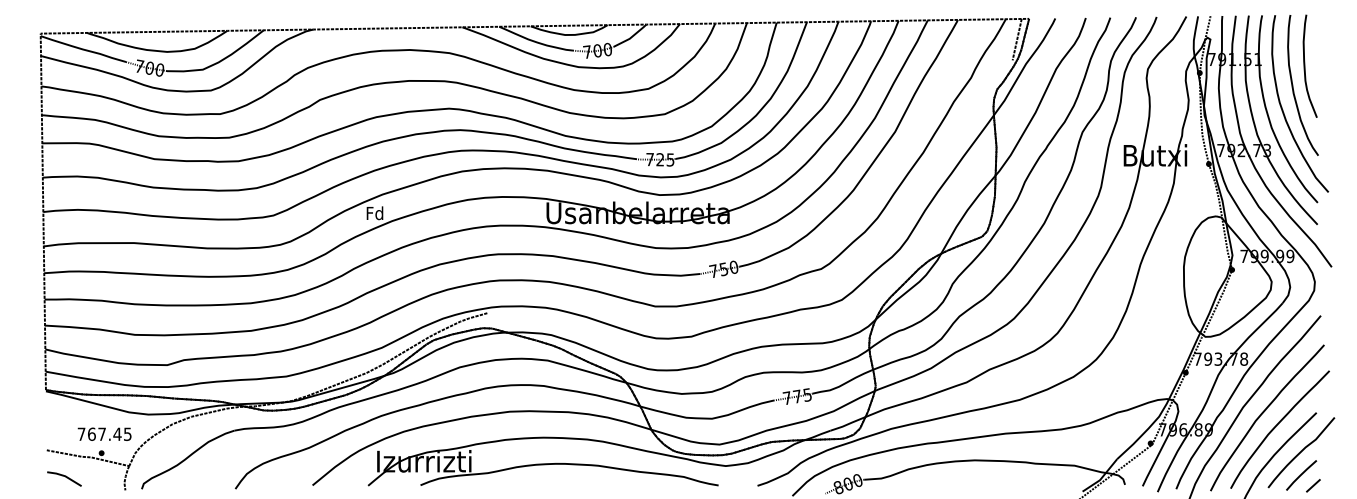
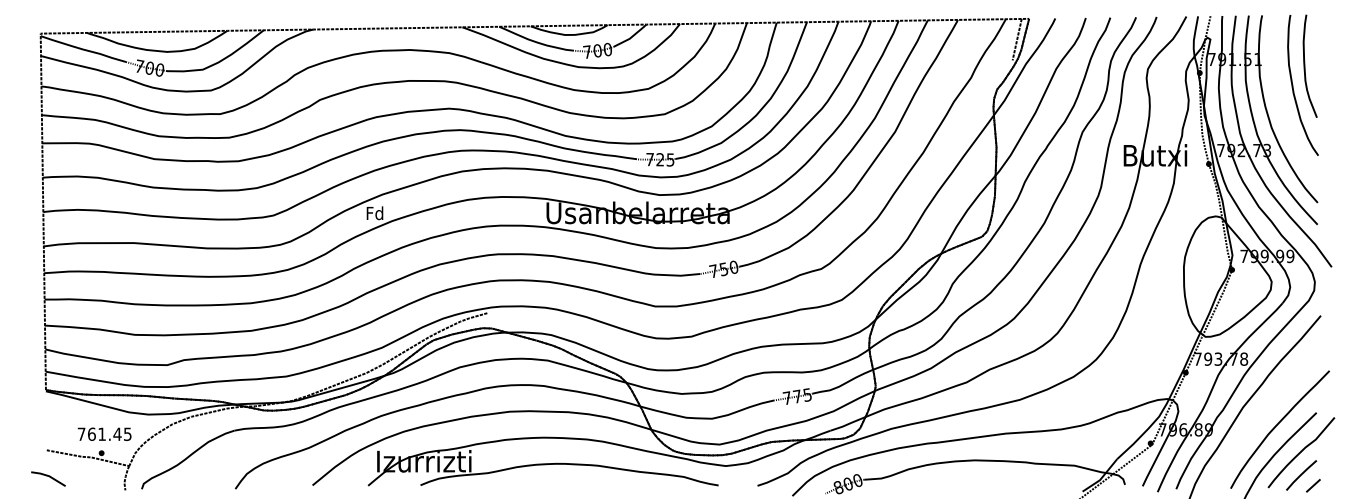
curve at (1283, 109): present -> none
curve at (1263, 413): present -> none
text at (101, 433): 767.45 -> 761.45
line at (65, 477) position: (65, 477) -> (49, 477)
